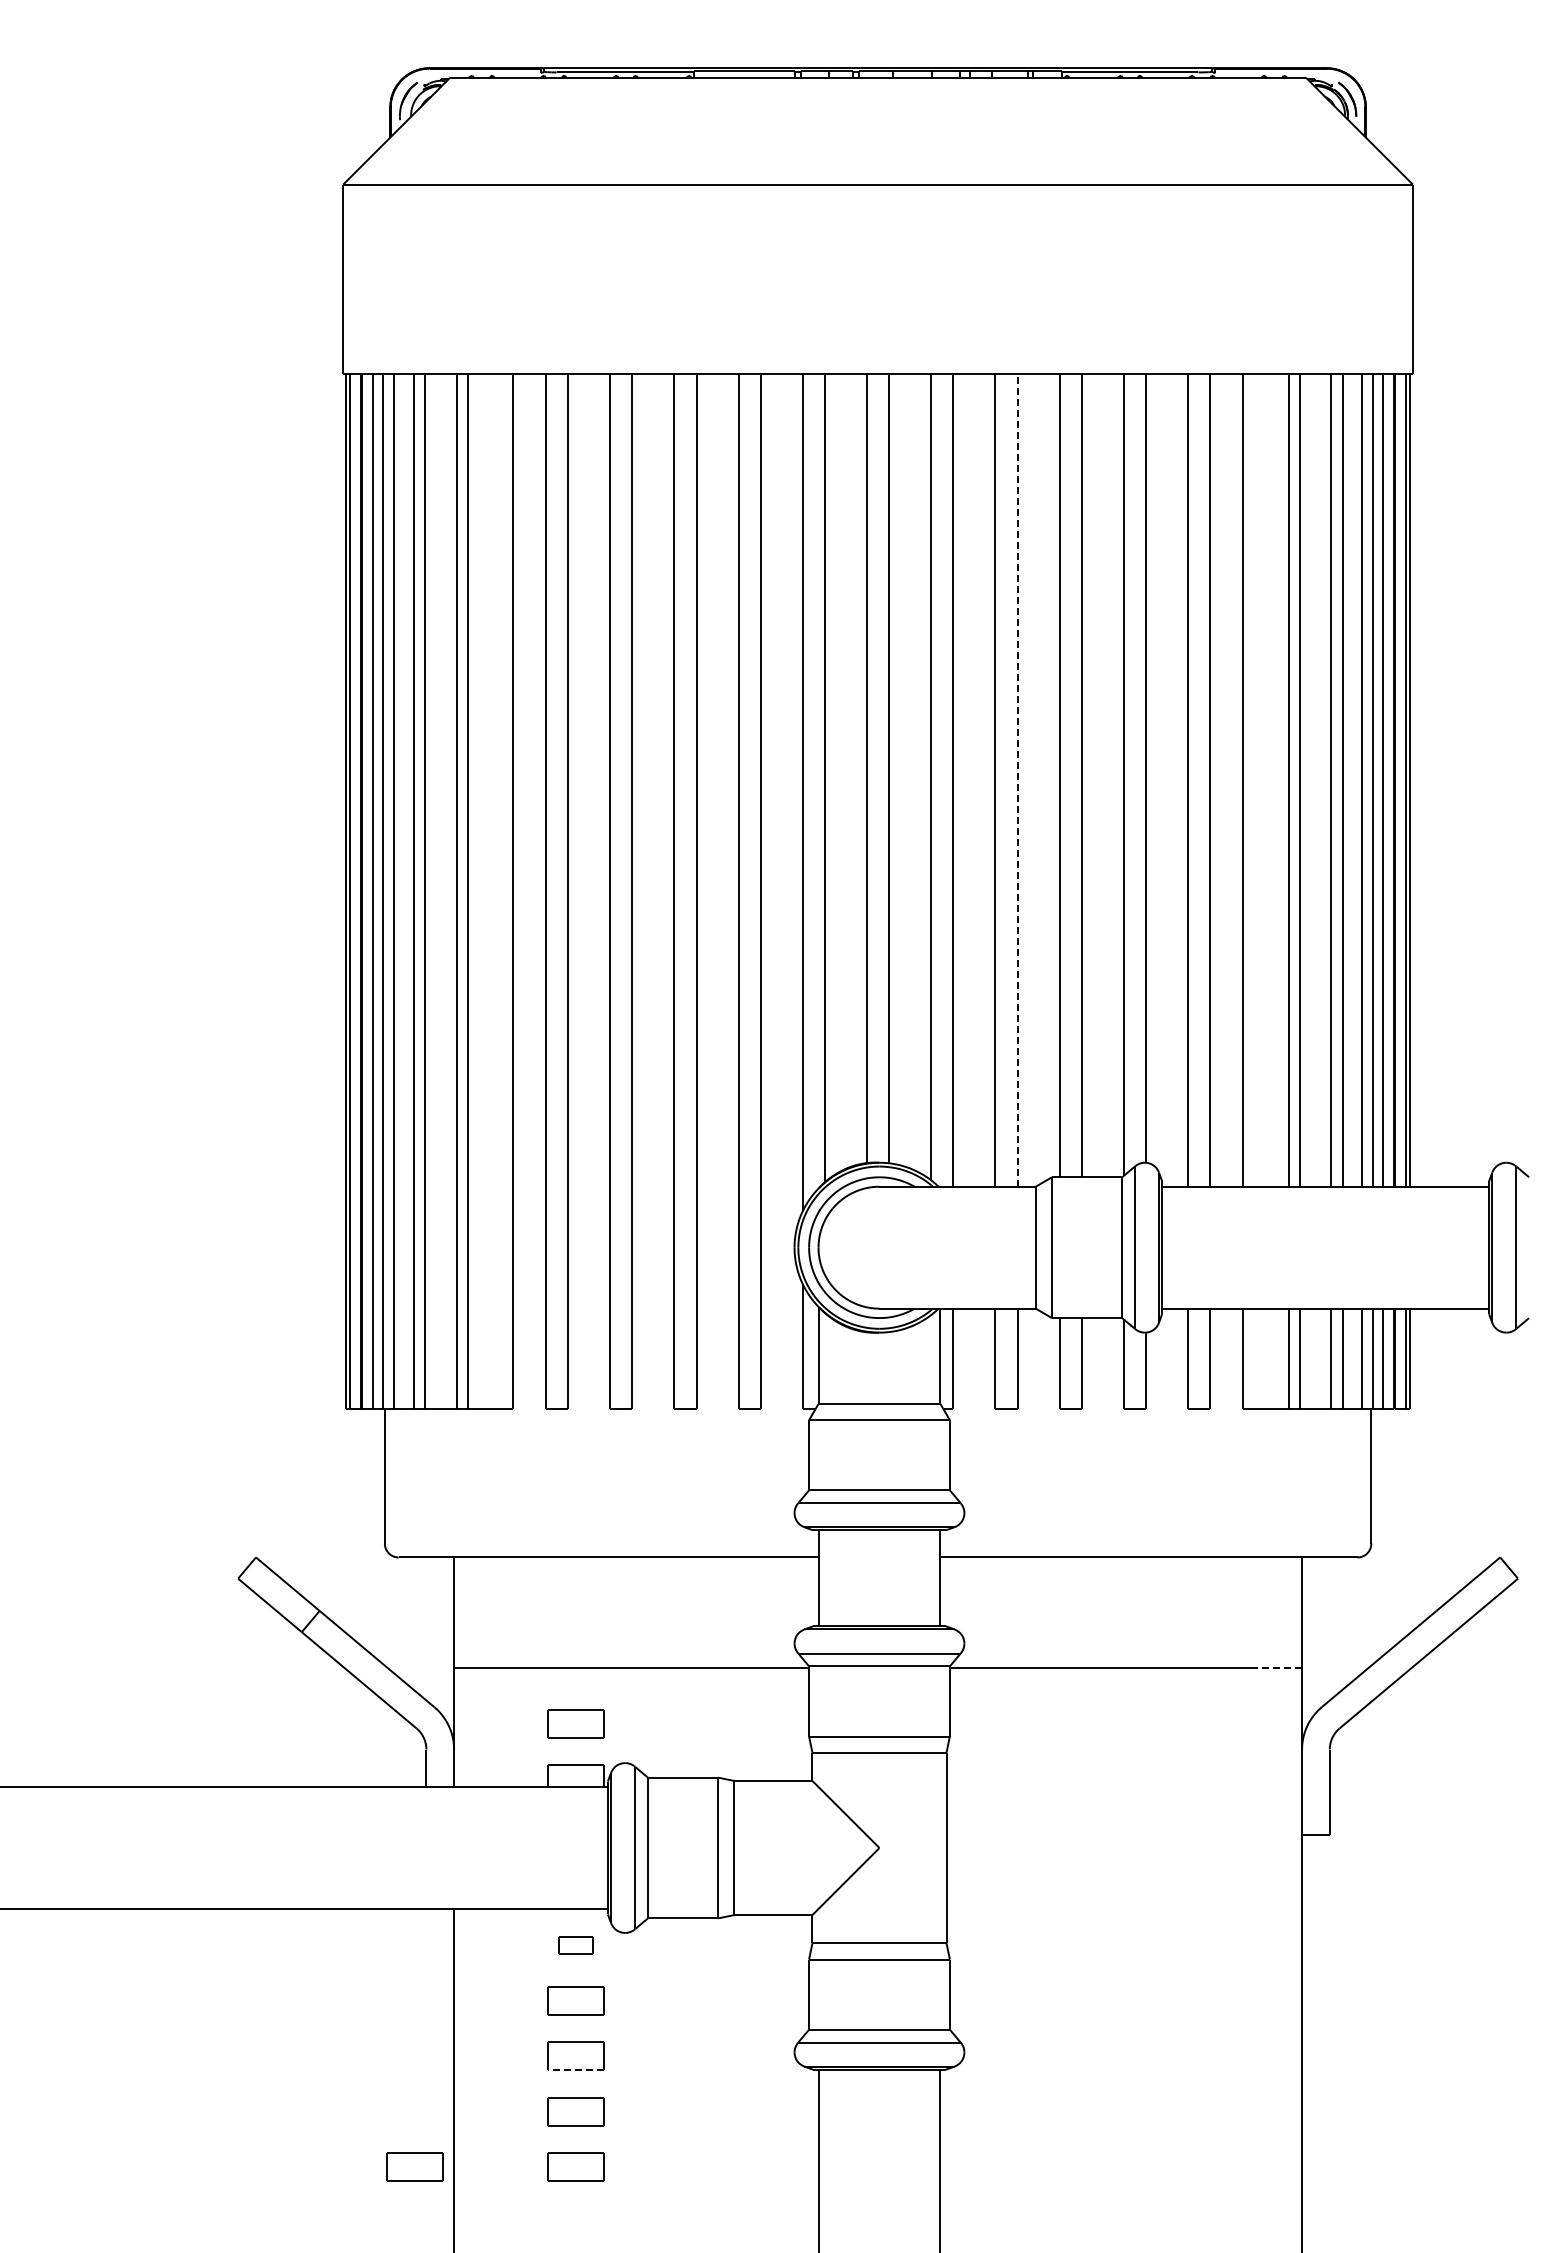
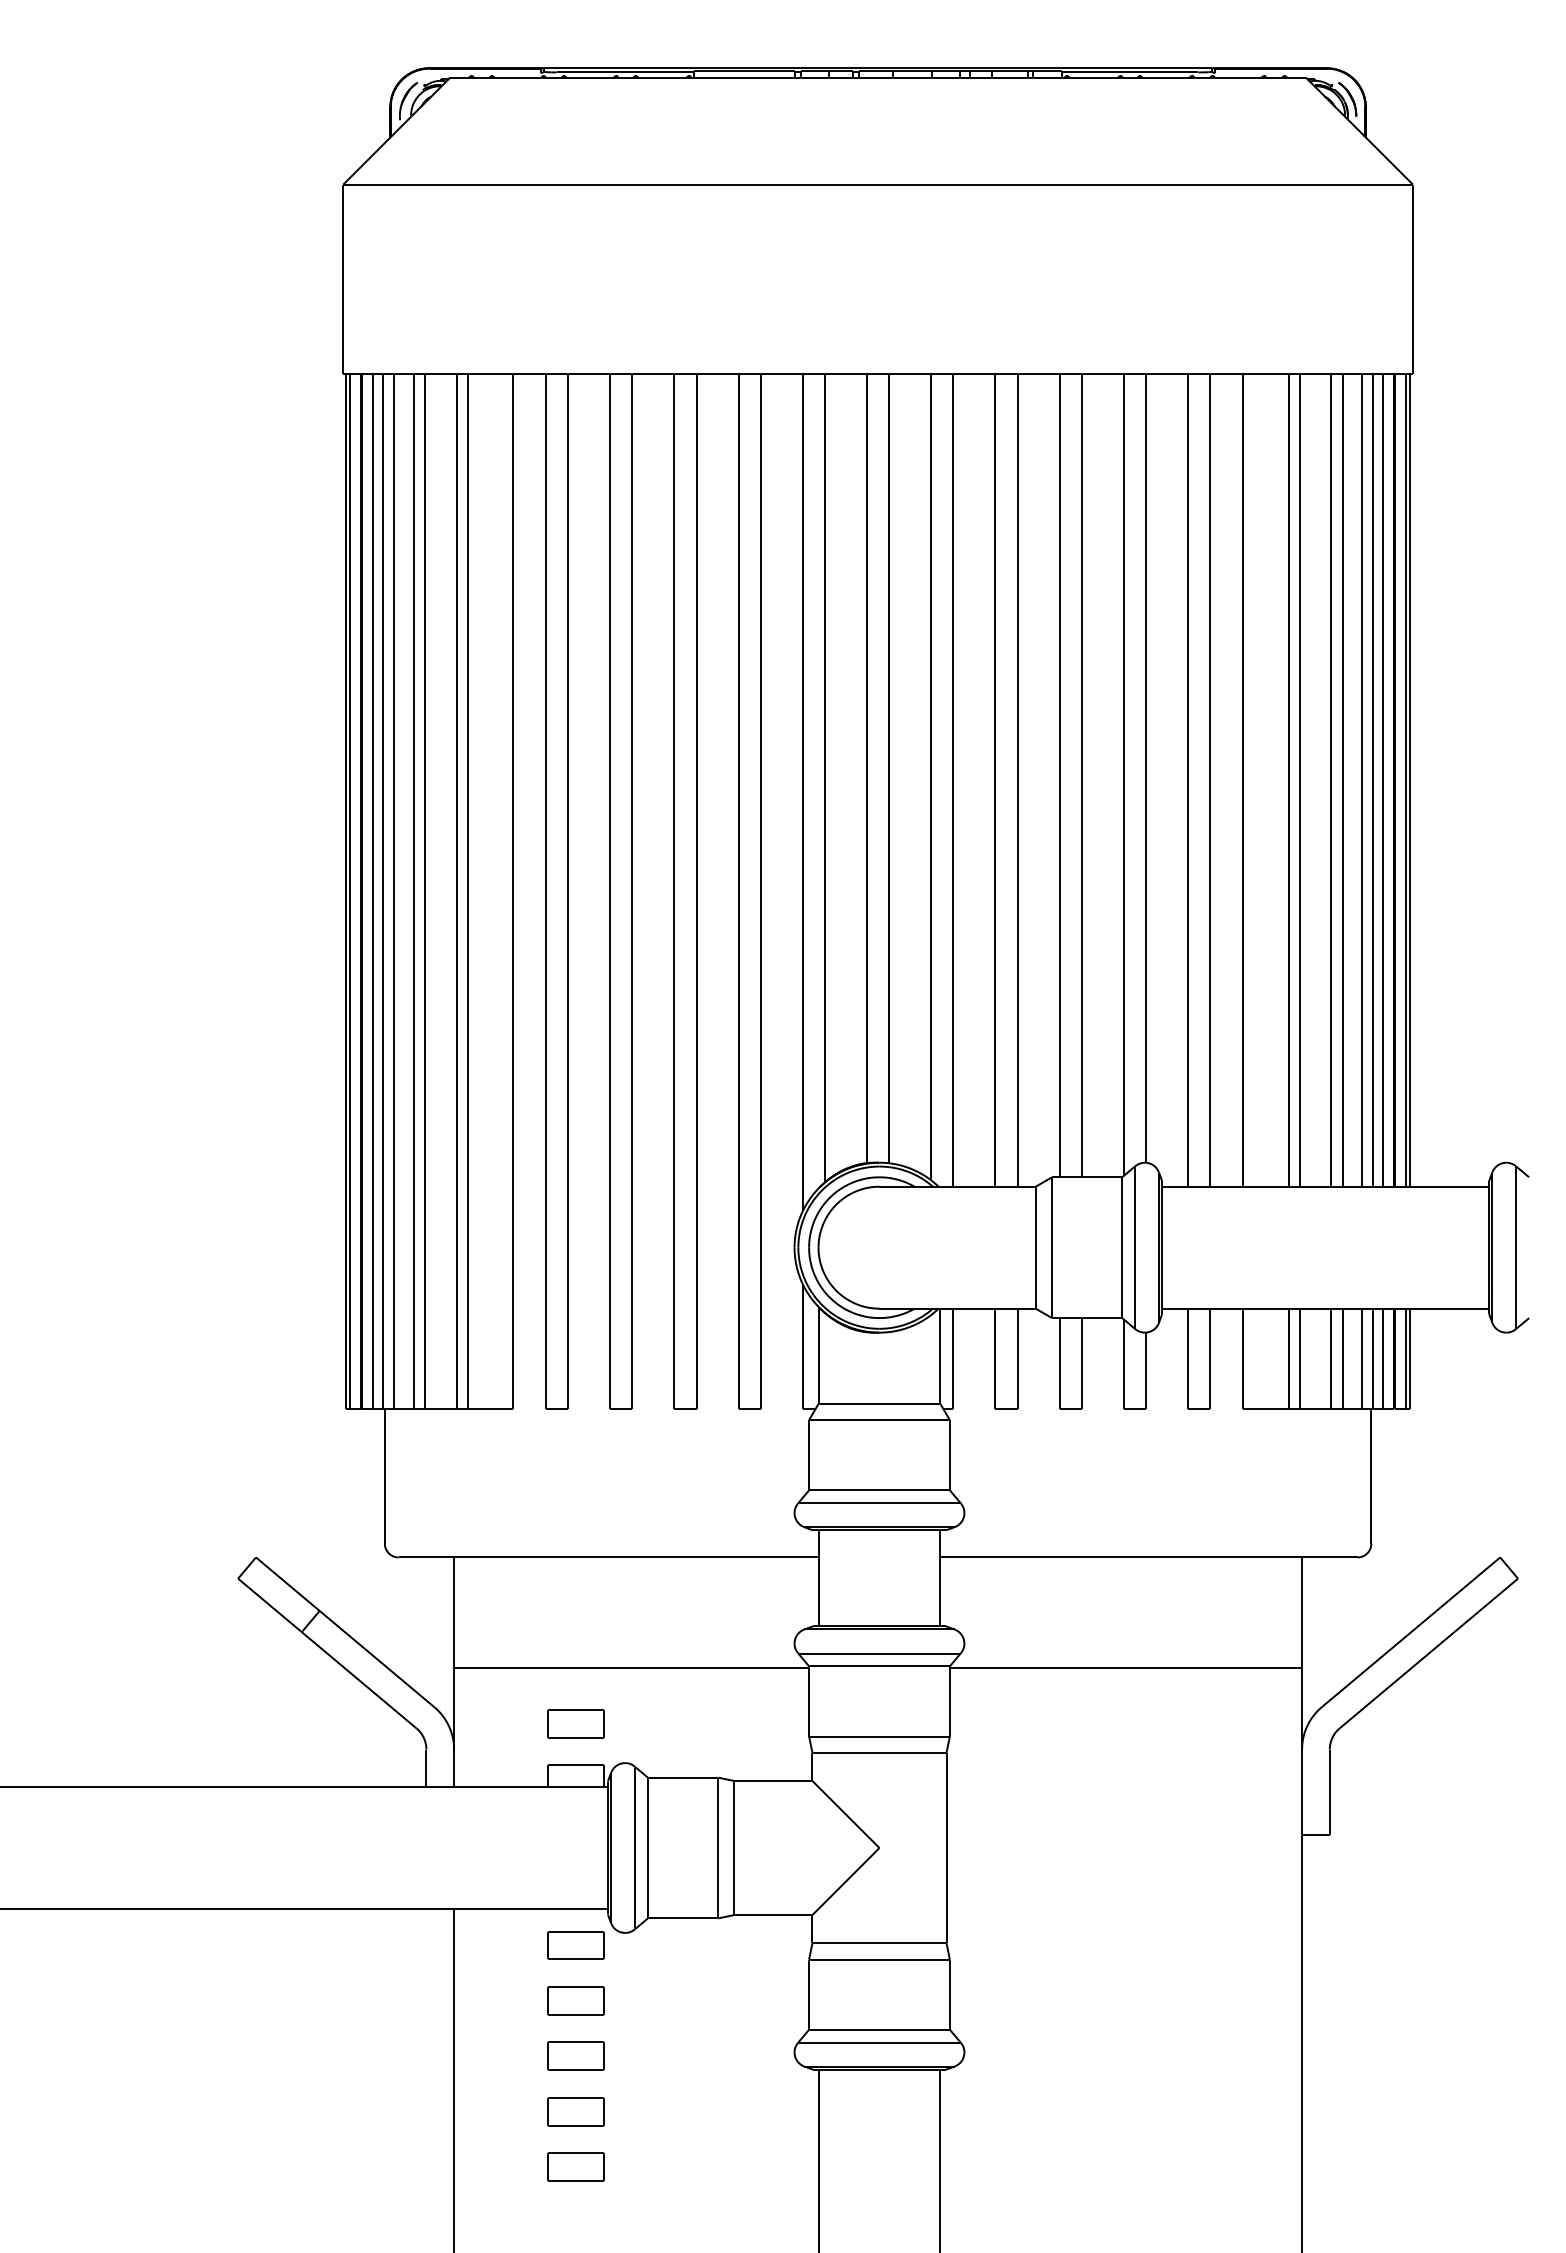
line at (1017, 780): dashed -> solid
line at (1278, 1668): dashed -> solid
part at (575, 1945) size: 36x19 px -> 58x29 px
line at (576, 2070): dashed -> solid
part at (414, 2166): present -> none
